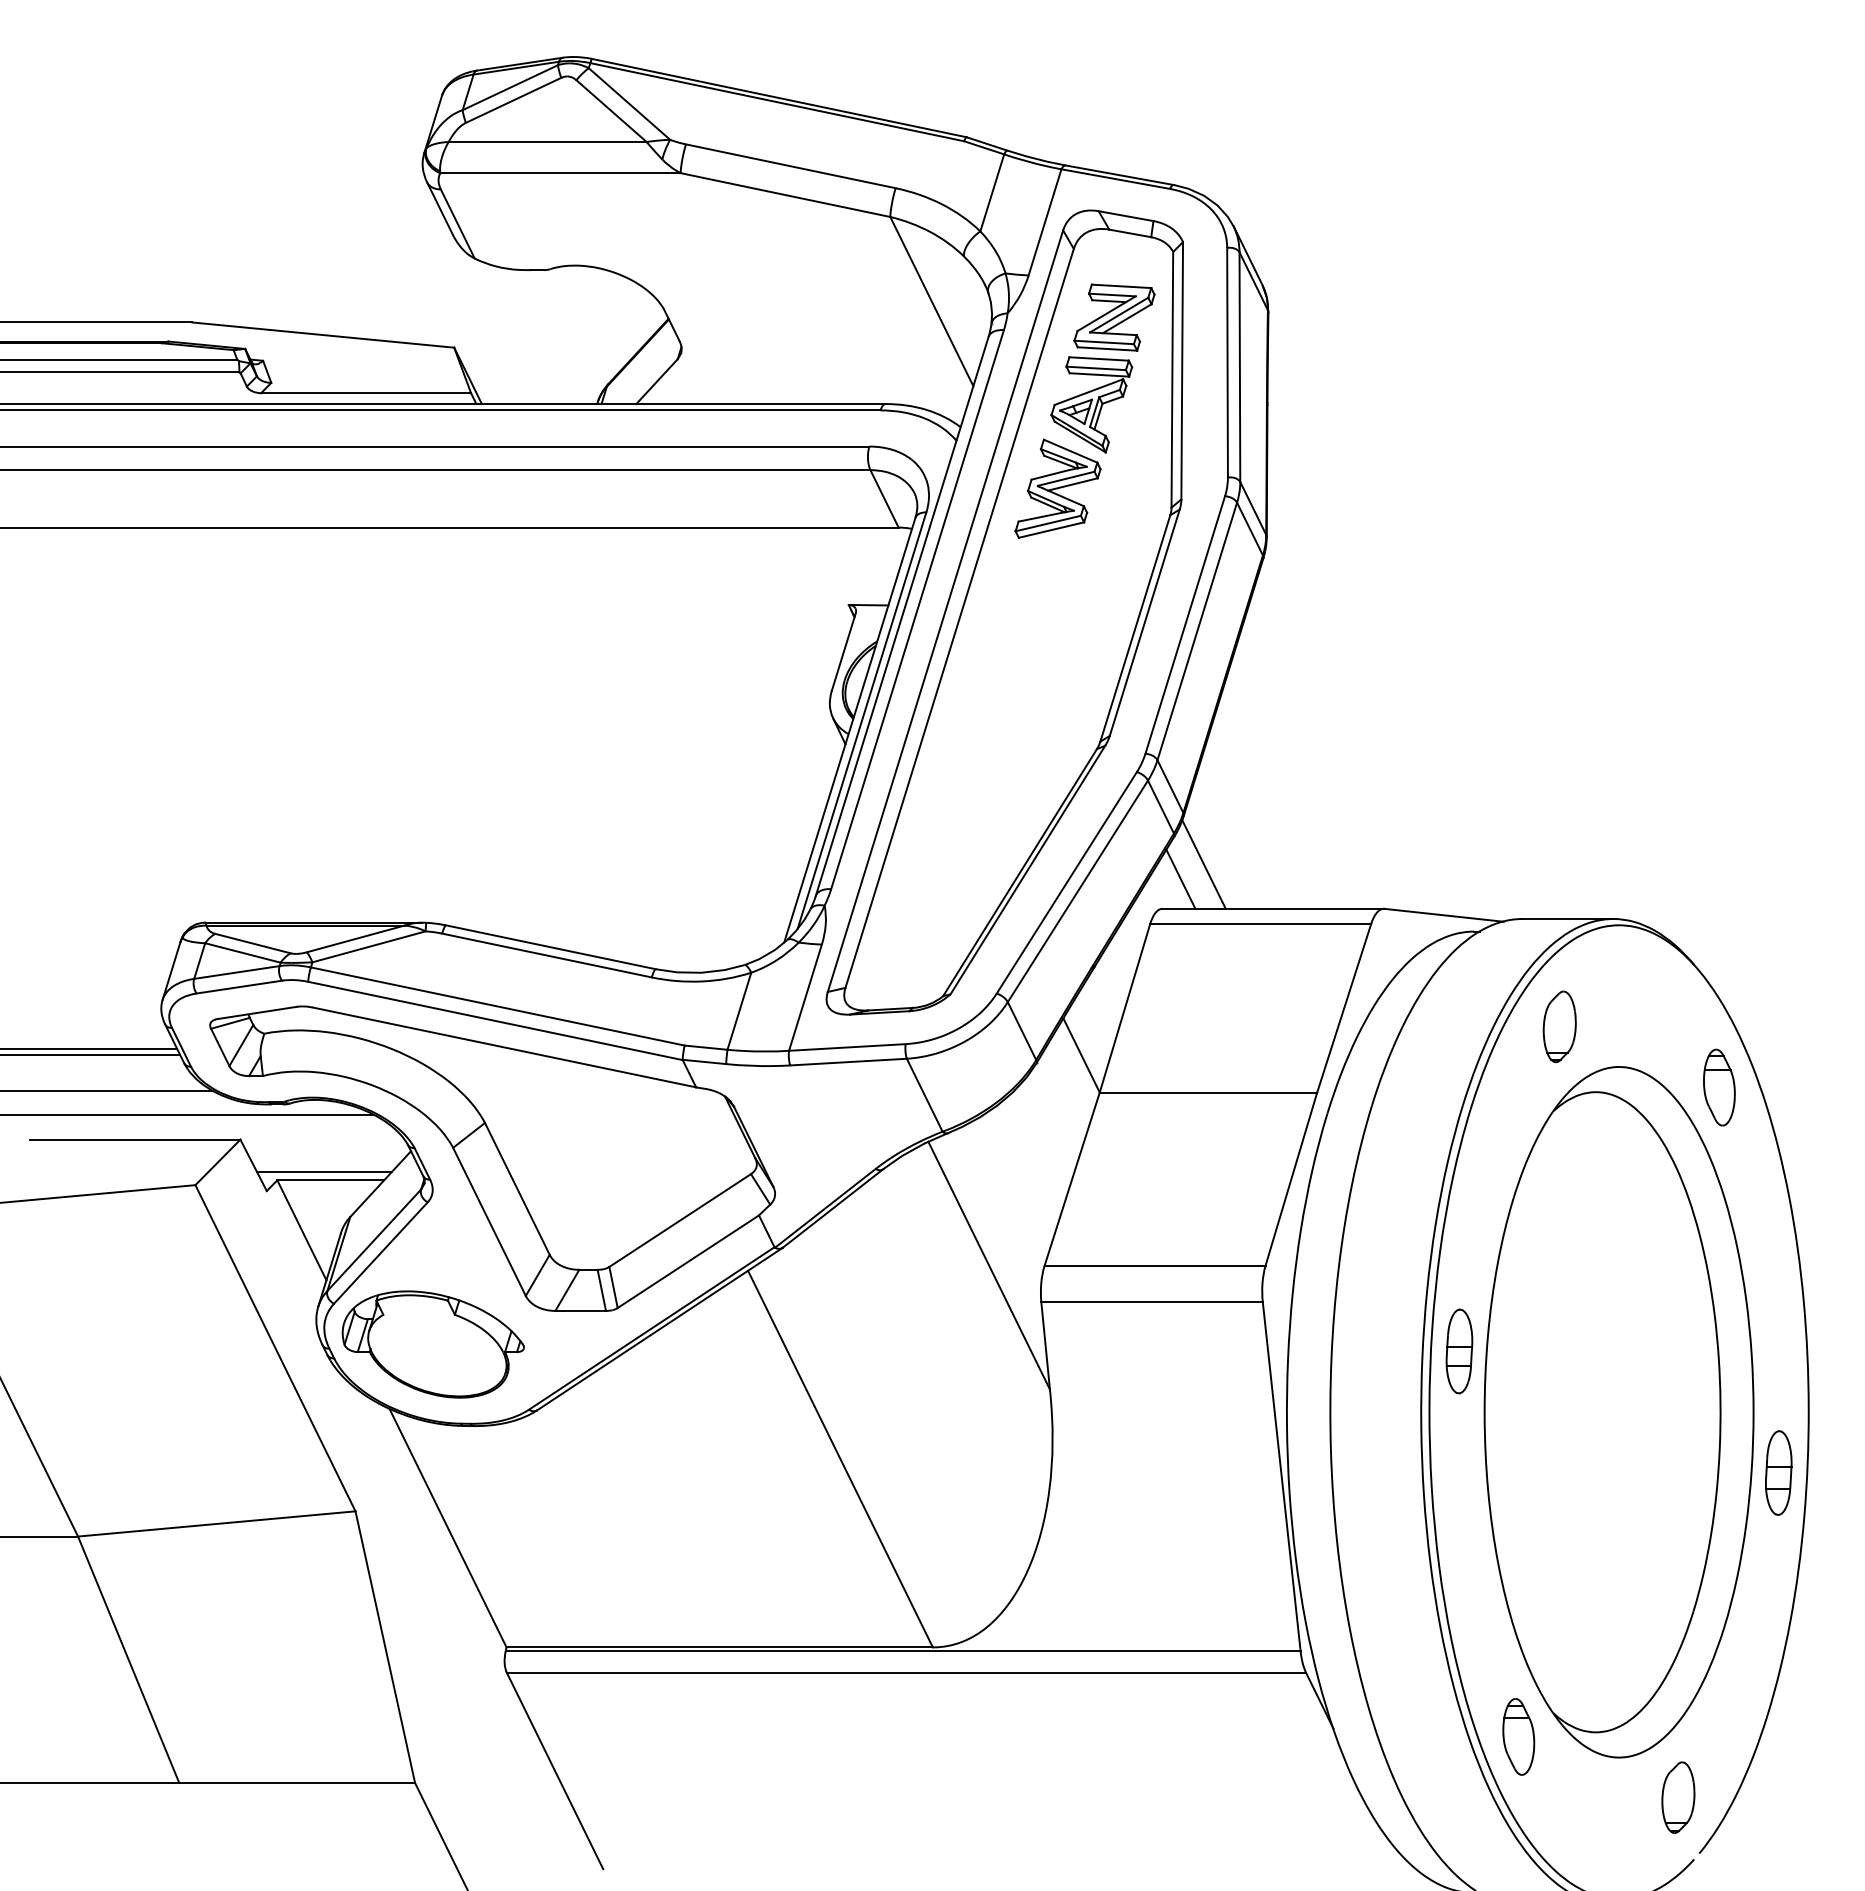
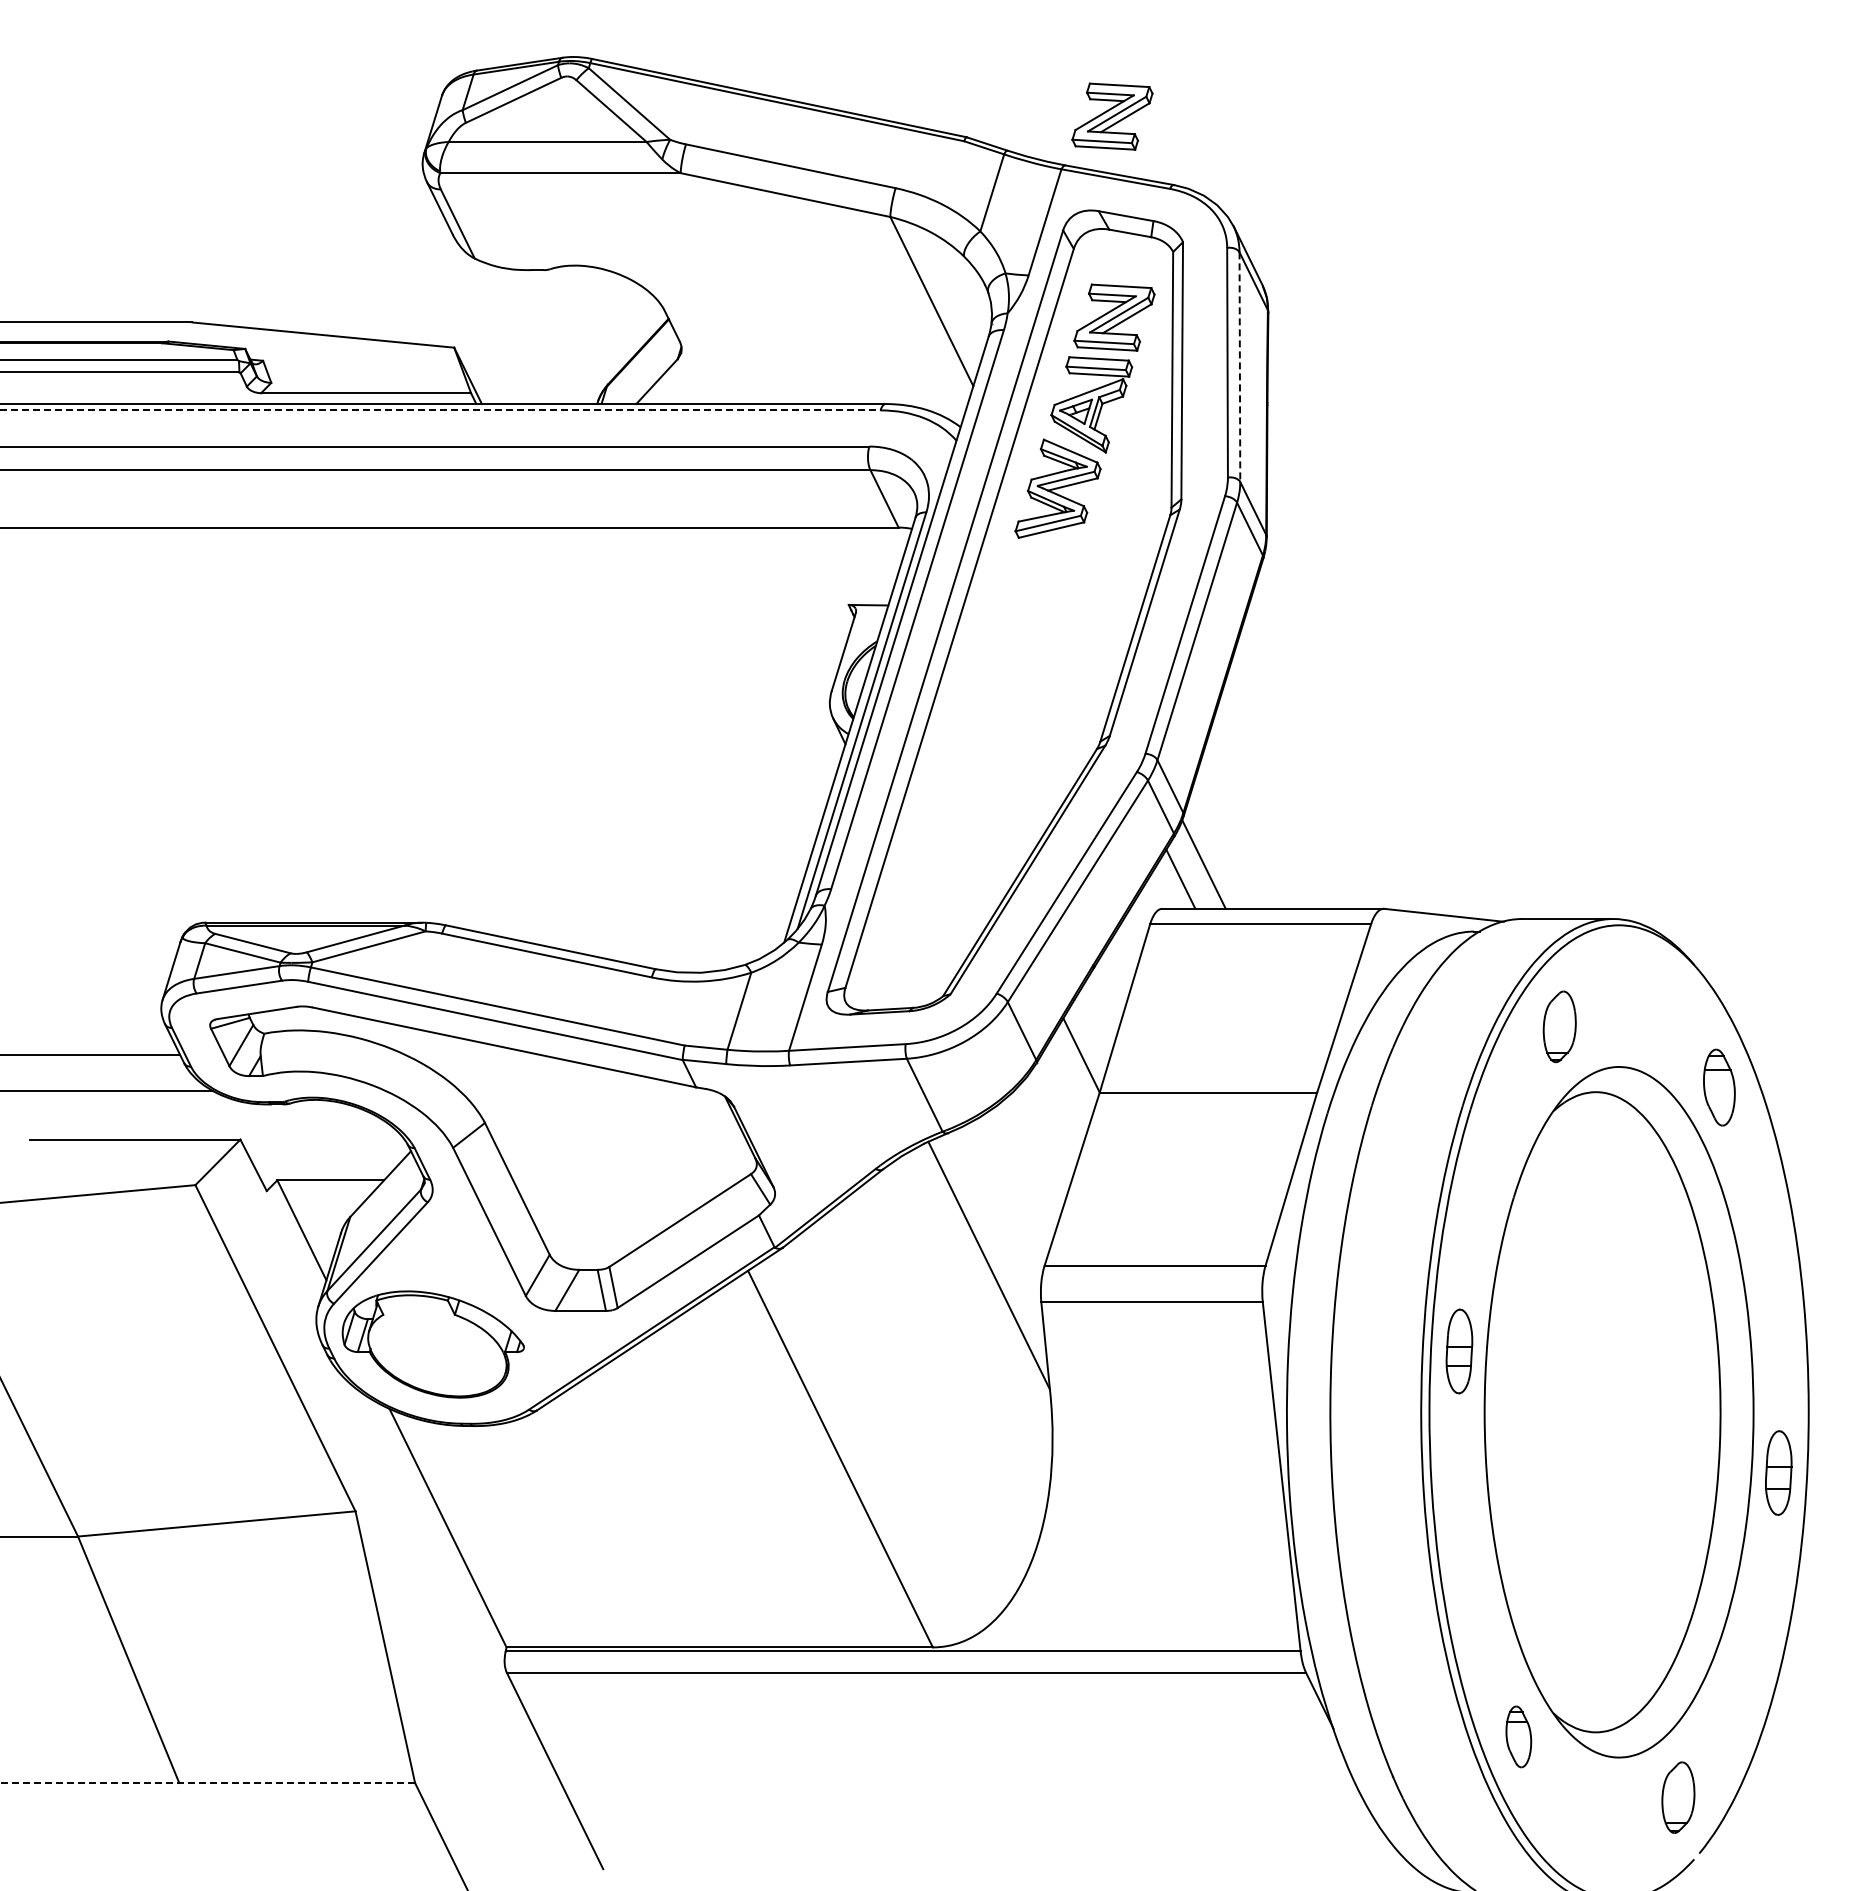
part at (1112, 116): none -> present
line at (1239, 367): solid -> dashed
line at (440, 410): solid -> dashed
line at (89, 1048): present -> none
line at (187, 1114): present -> none
line at (324, 1172): present -> none
part at (1518, 1736) size: 34x78 px -> 28x64 px
line at (208, 1783): solid -> dashed
